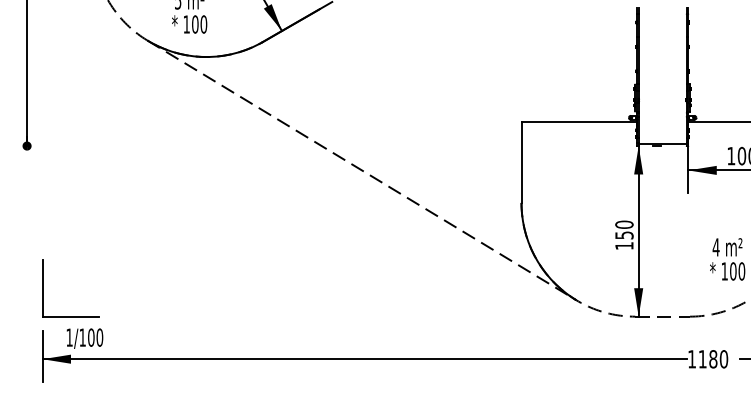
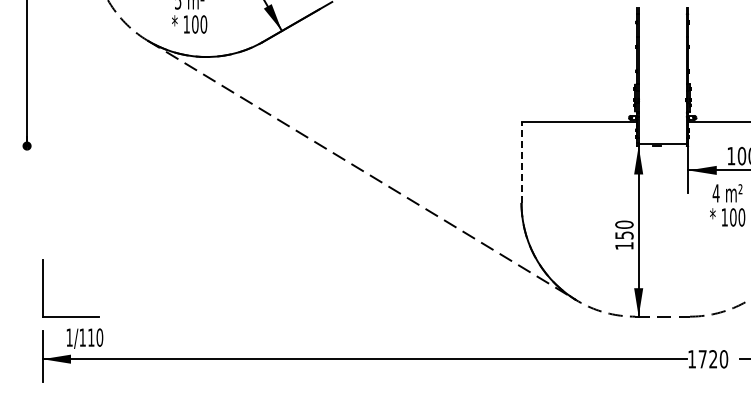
line at (521, 162): solid -> dashed
text at (727, 259) position: (727, 259) -> (727, 205)
text at (91, 337): 1/100 -> 1/110
text at (707, 359): 1180 -> 1720
